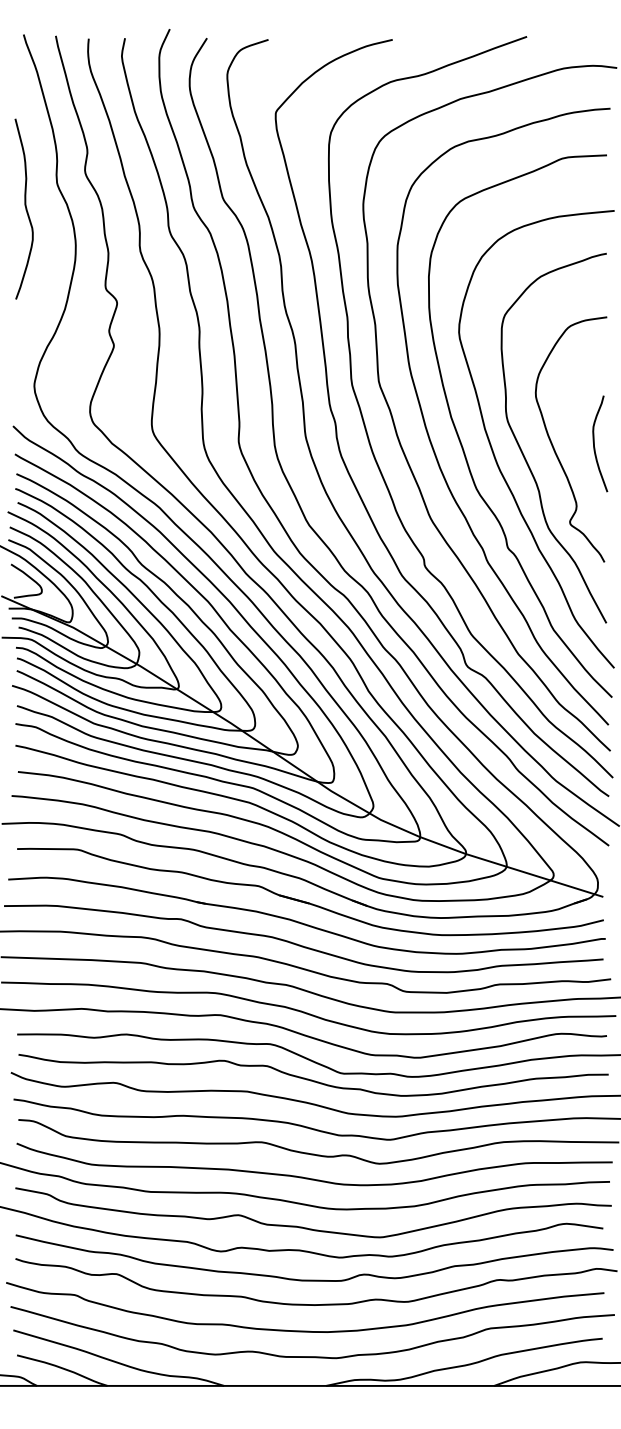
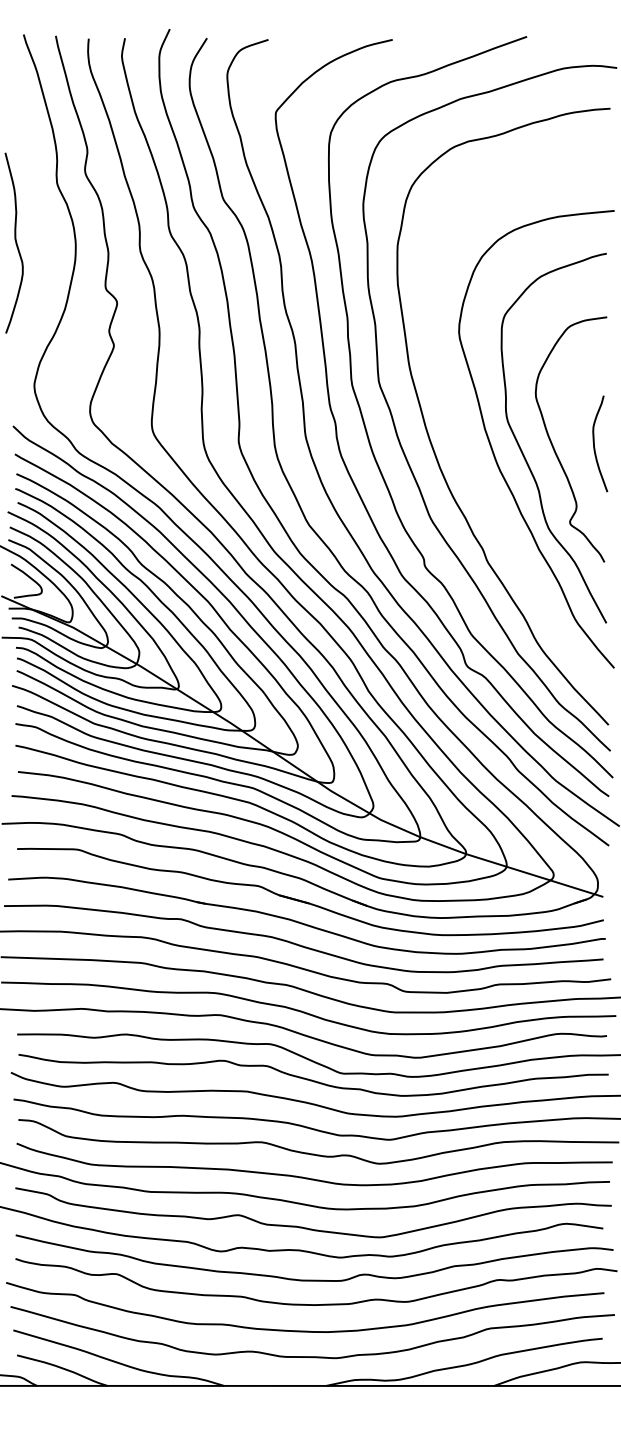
curve at (25, 208) position: (25, 208) -> (15, 242)
curve at (462, 444): present -> none
